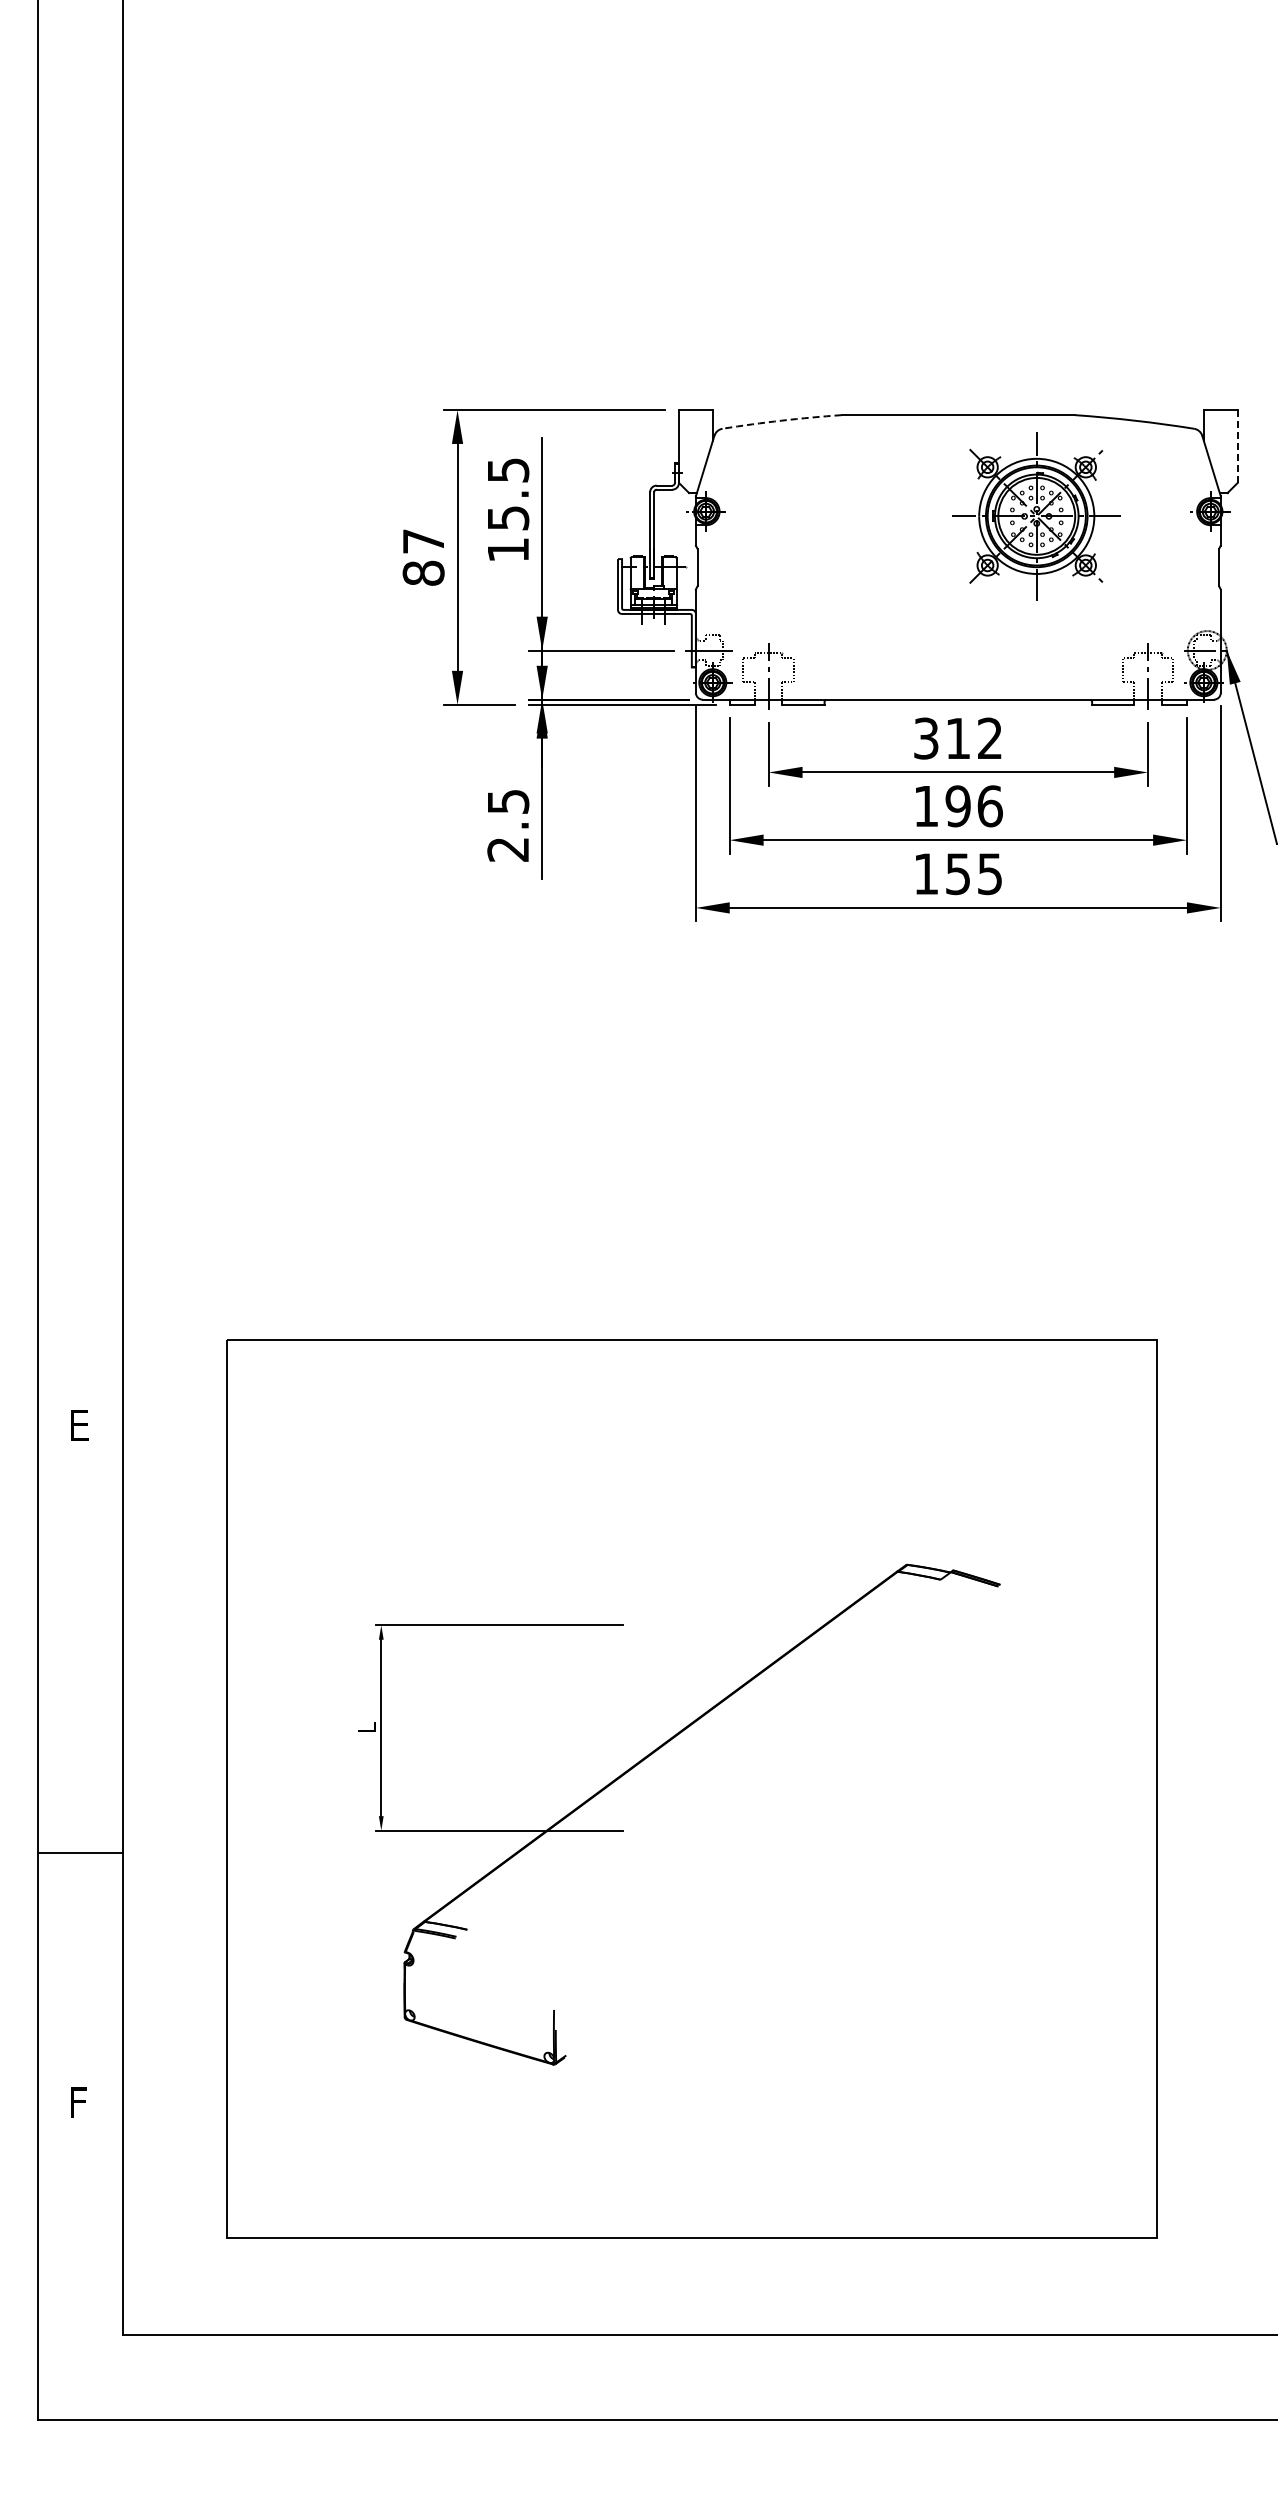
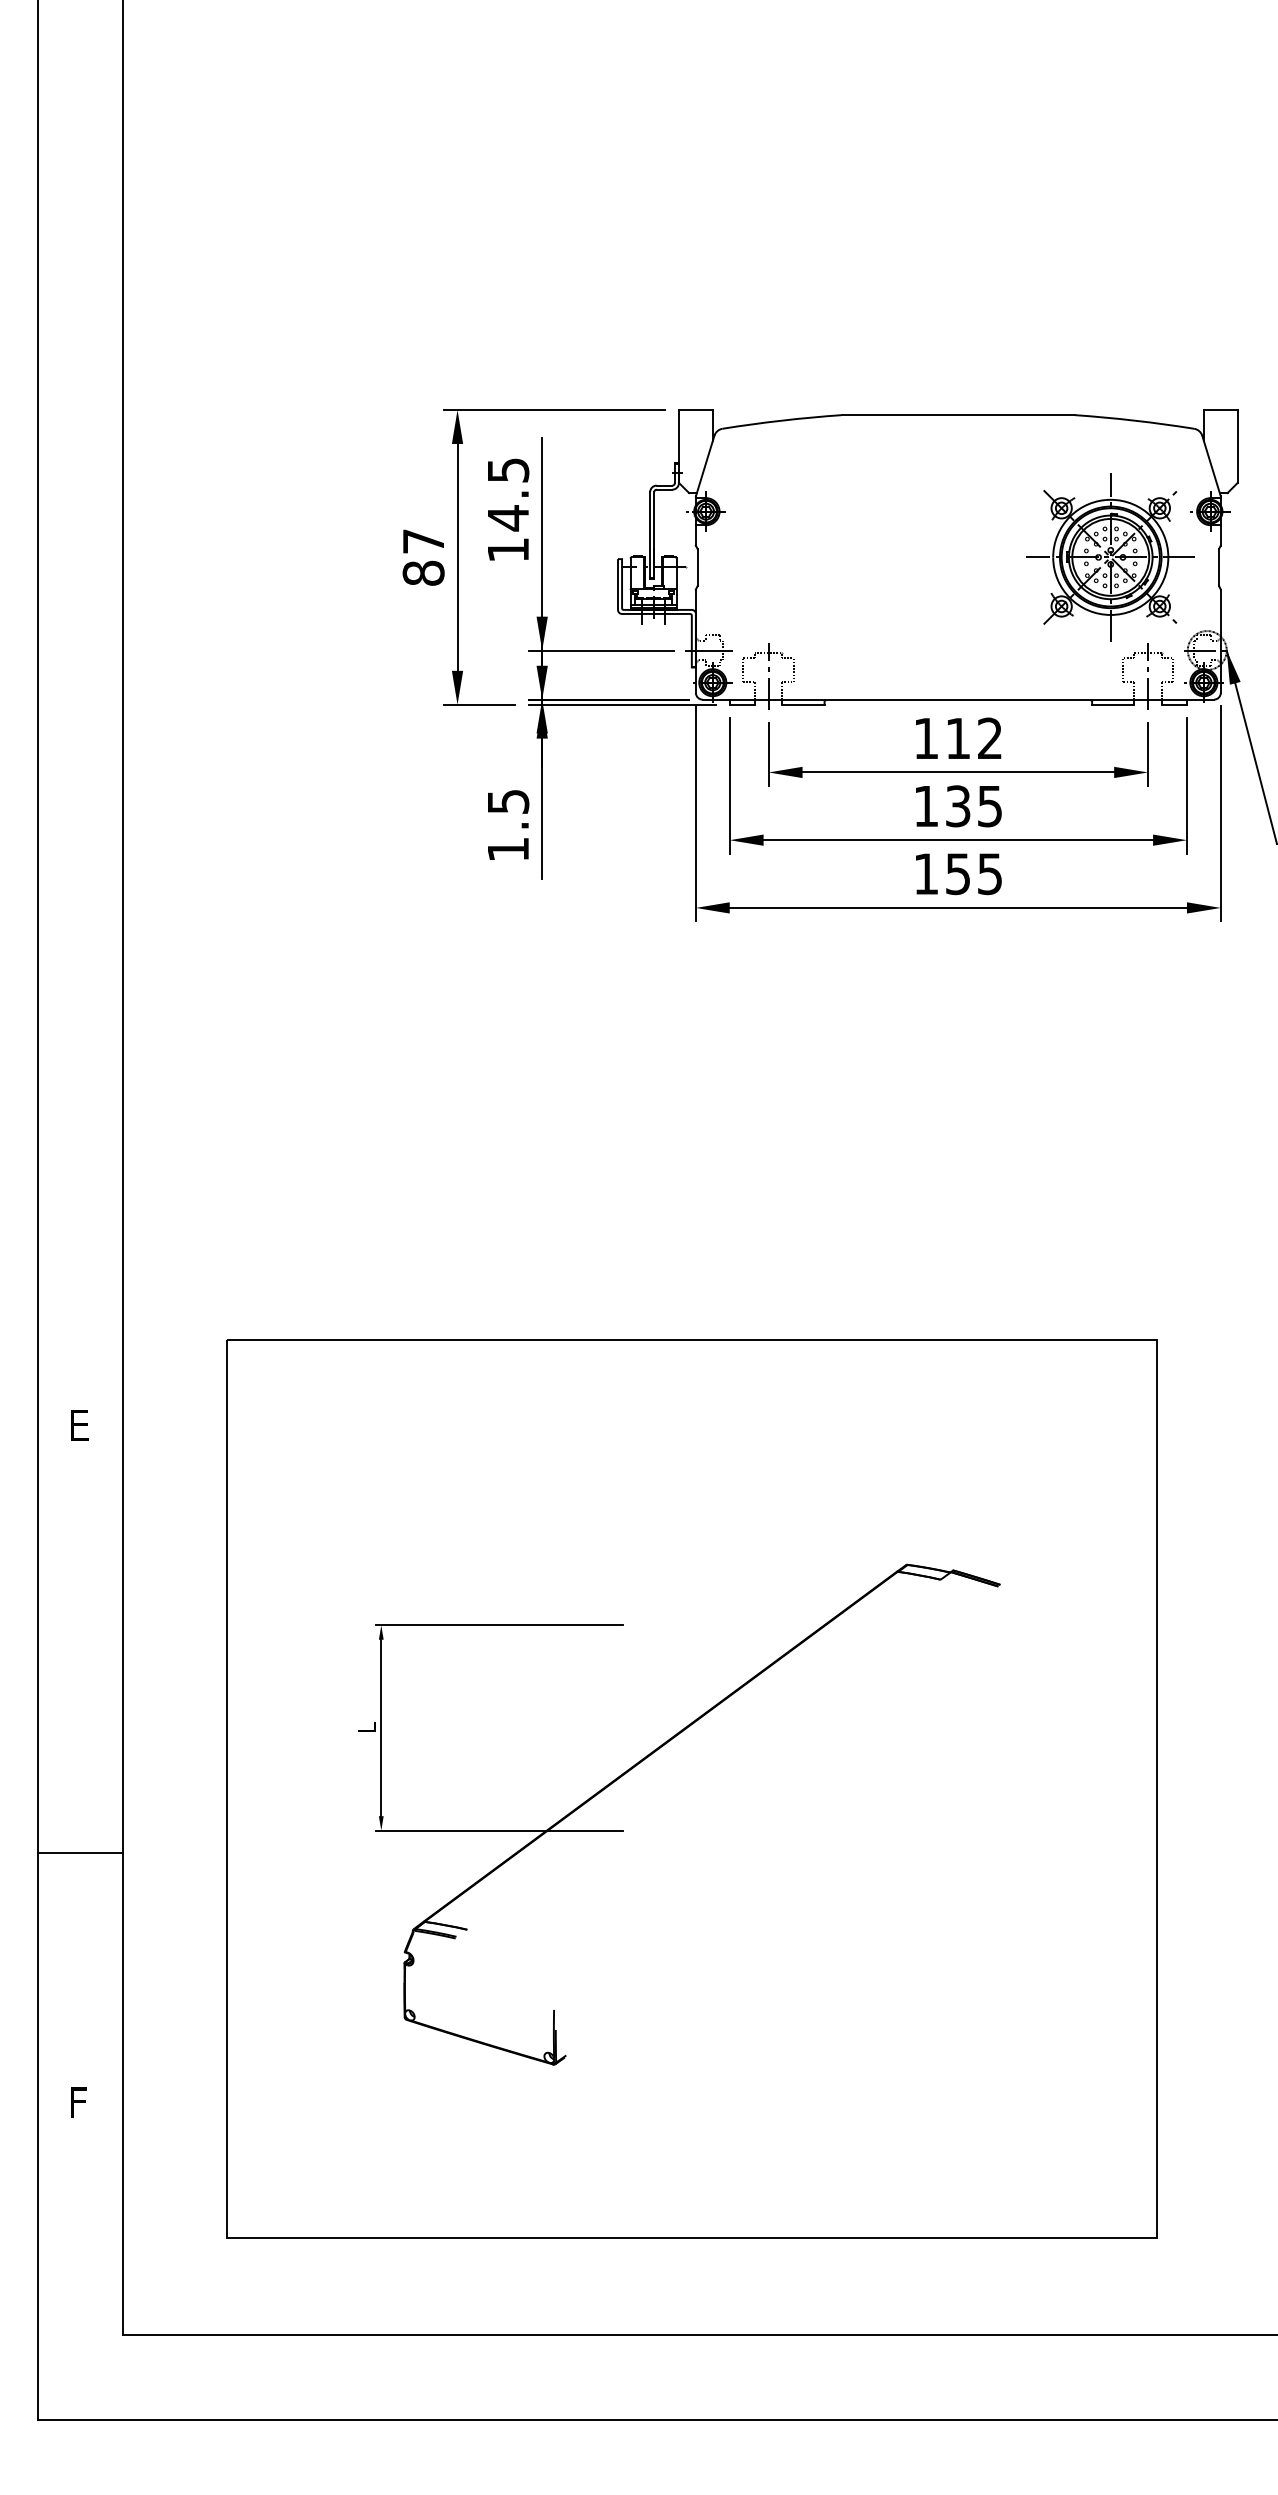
arc at (781, 420): dashed -> solid
line at (1237, 446): dashed -> solid
part at (1036, 516) position: (1036, 516) -> (1110, 557)
text at (508, 518): 15.5 -> 14.5
text at (926, 738): 312 -> 112
text at (973, 806): 196 -> 135
text at (507, 849): 2.5 -> 1.5
